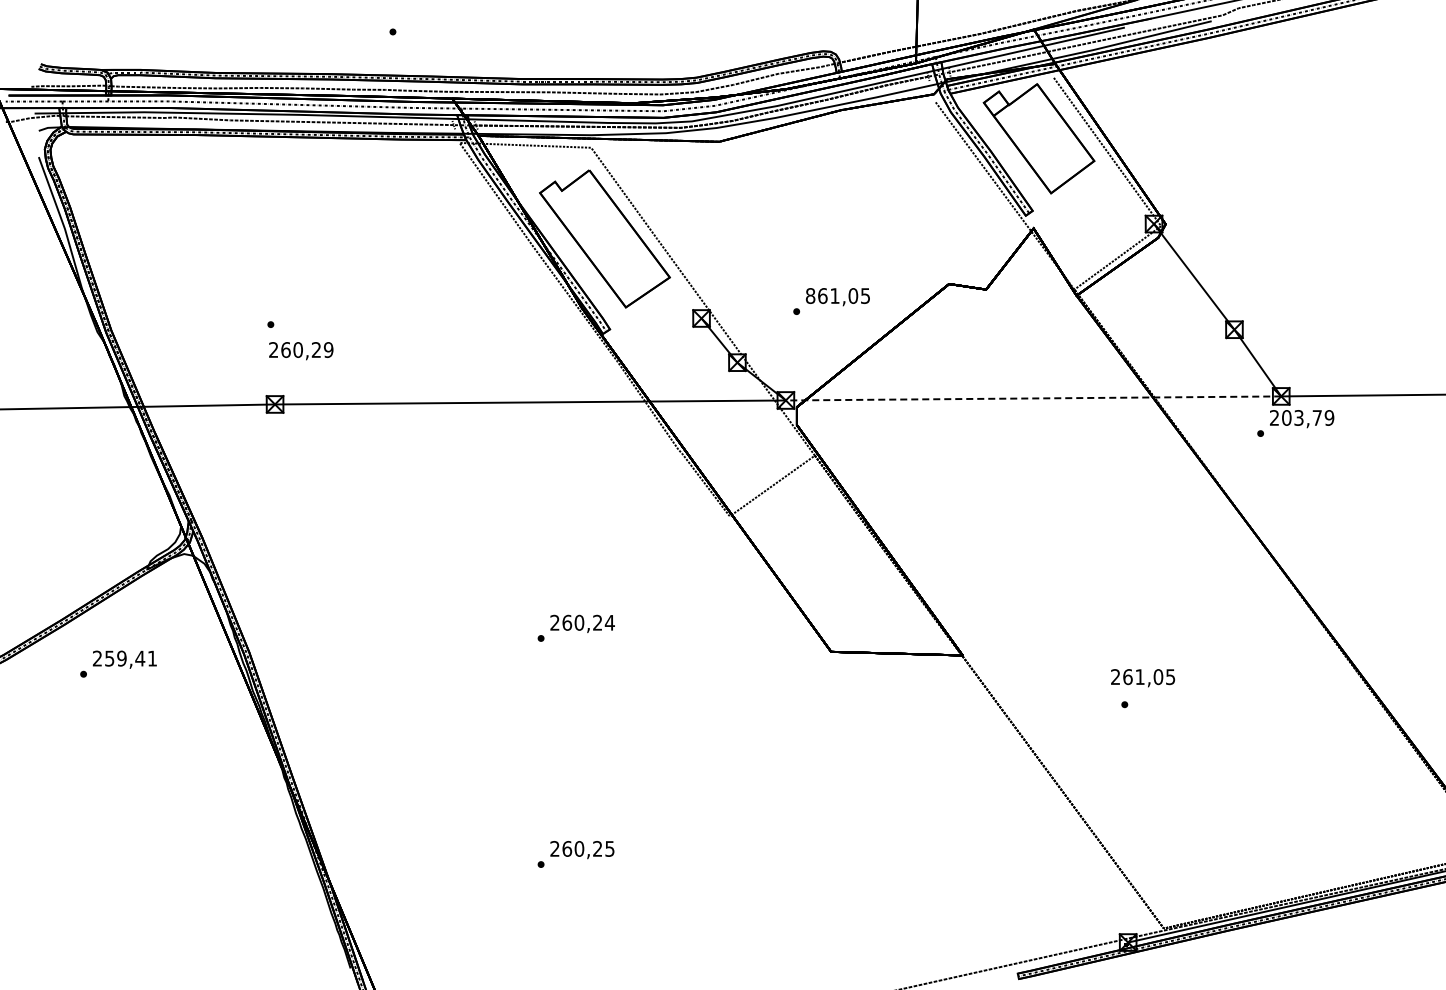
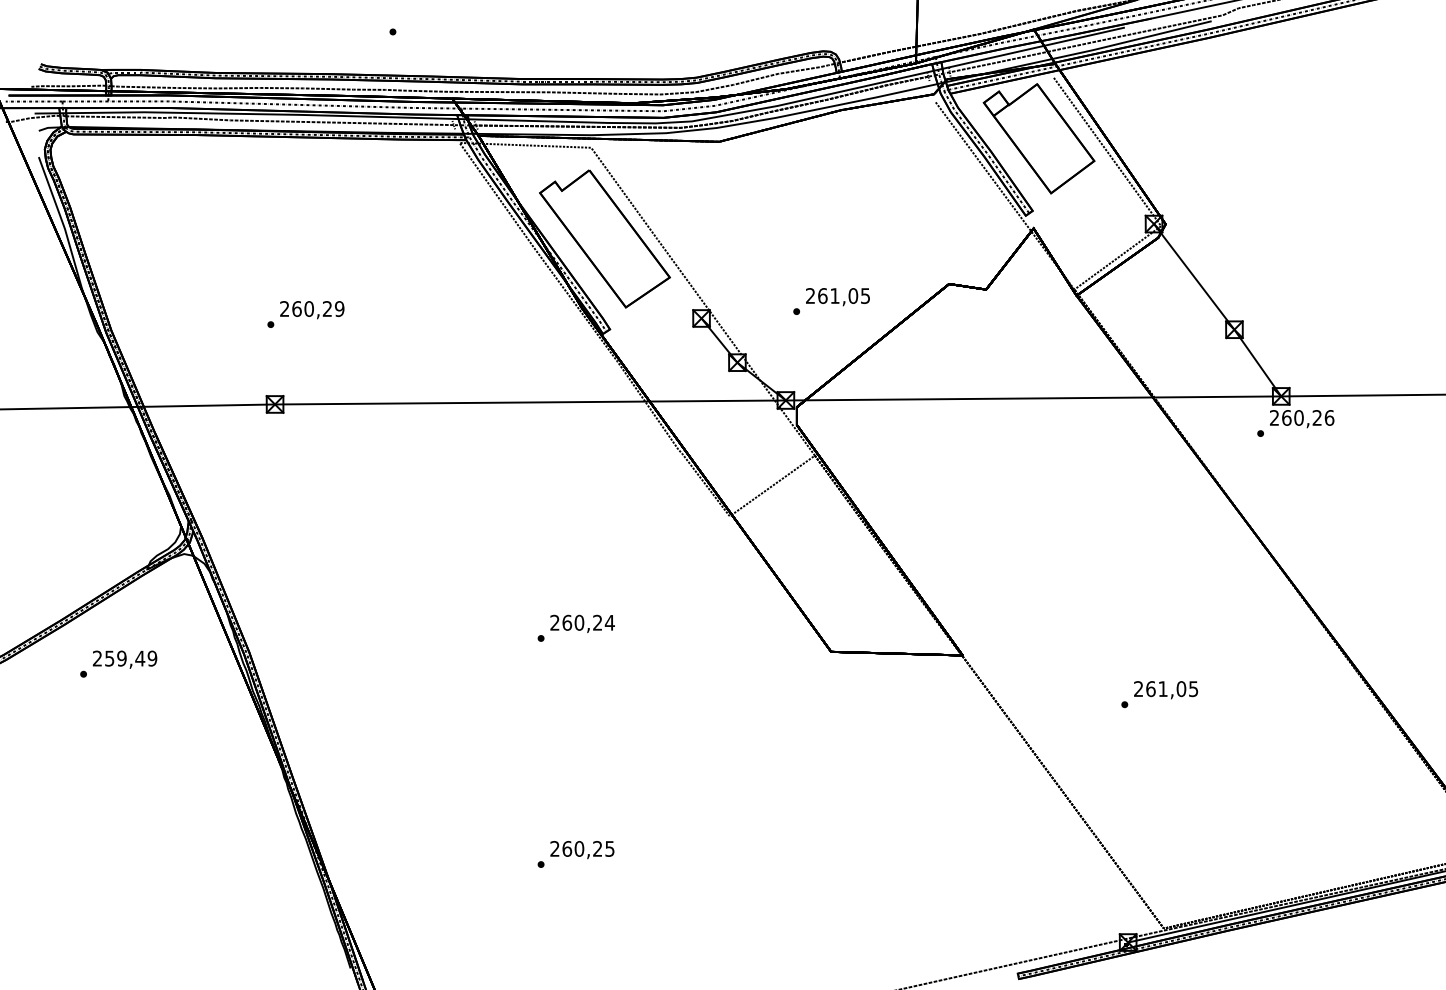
text at (810, 295): 861,05 -> 261,05
text at (301, 351) position: (301, 351) -> (312, 310)
line at (1033, 398): dashed -> solid
text at (1308, 417): 203,79 -> 260,26
text at (152, 658): 259,41 -> 259,49
text at (1142, 678) position: (1142, 678) -> (1165, 690)
